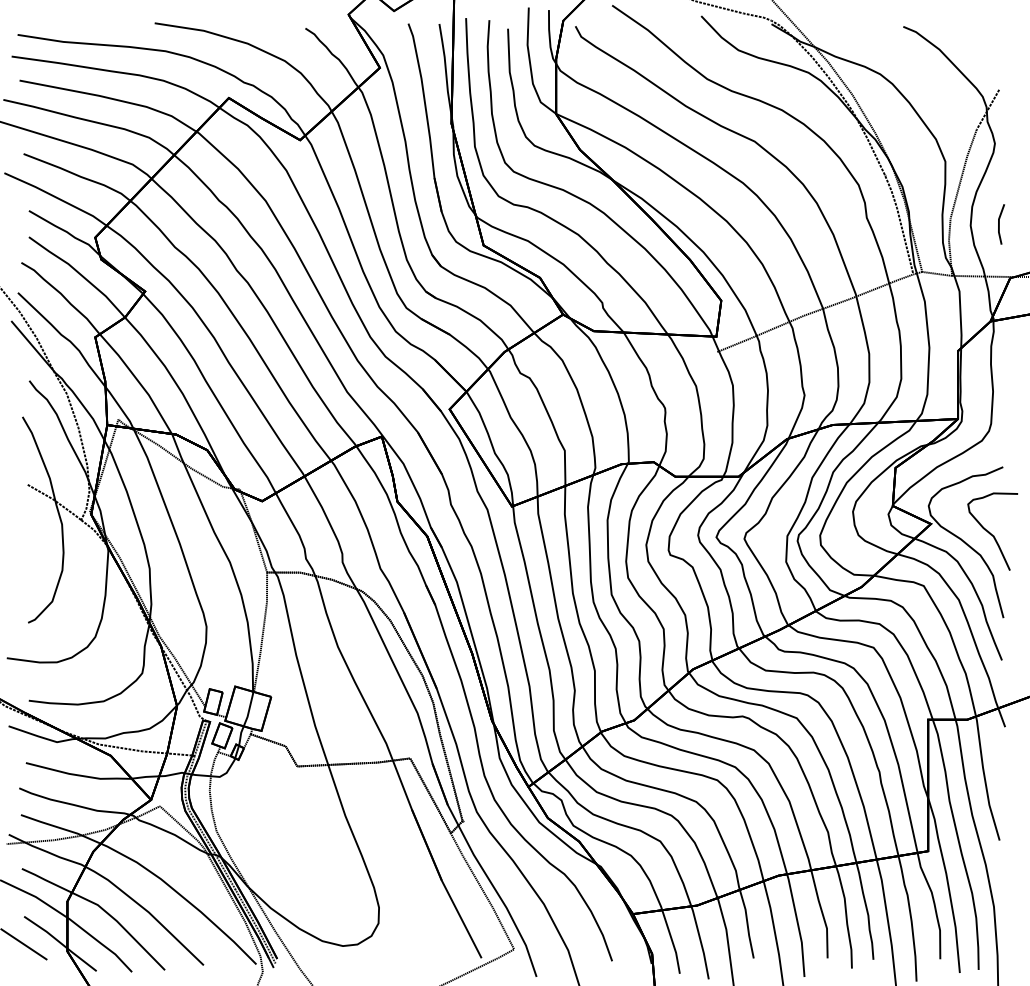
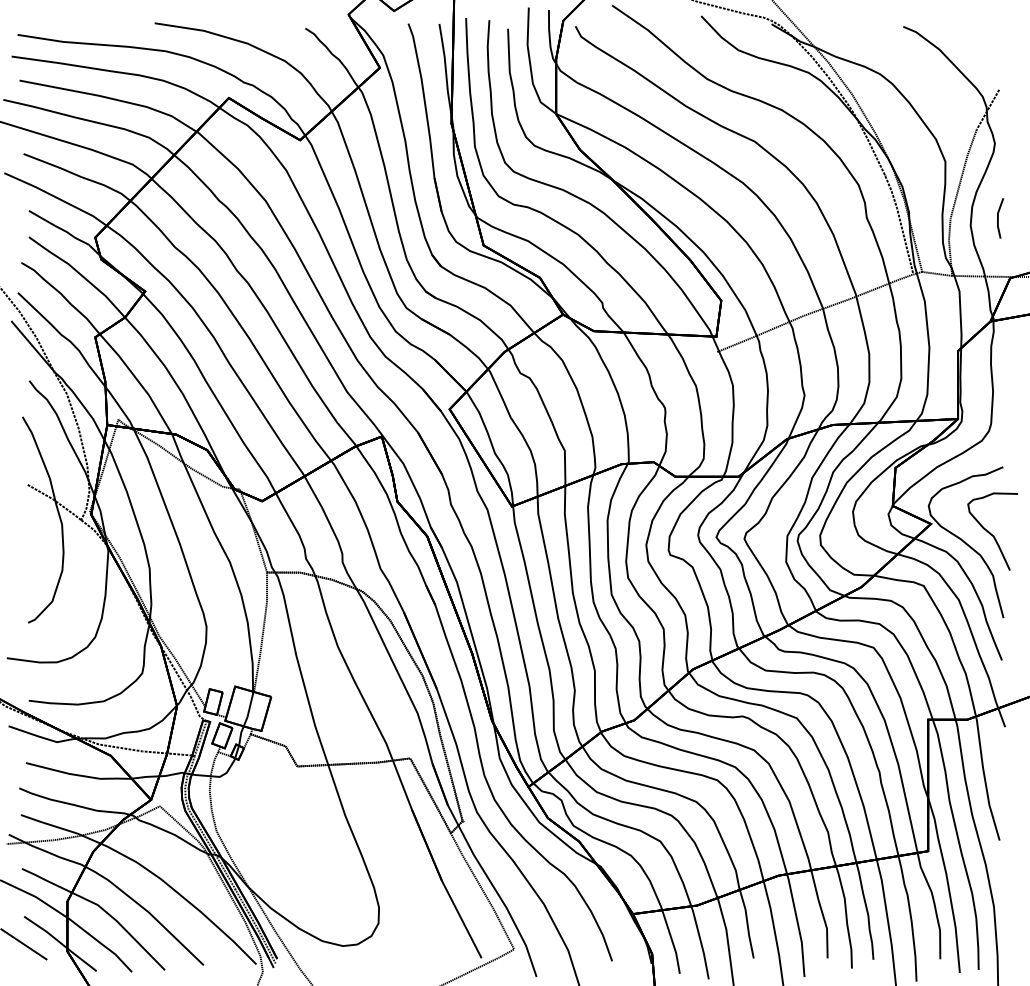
line at (999, 224) position: (999, 224) -> (998, 218)
